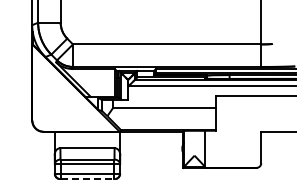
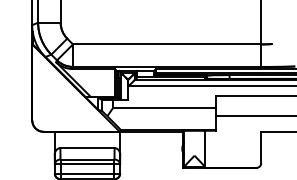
line at (254, 116): none -> present
line at (87, 179): dashed -> solid
